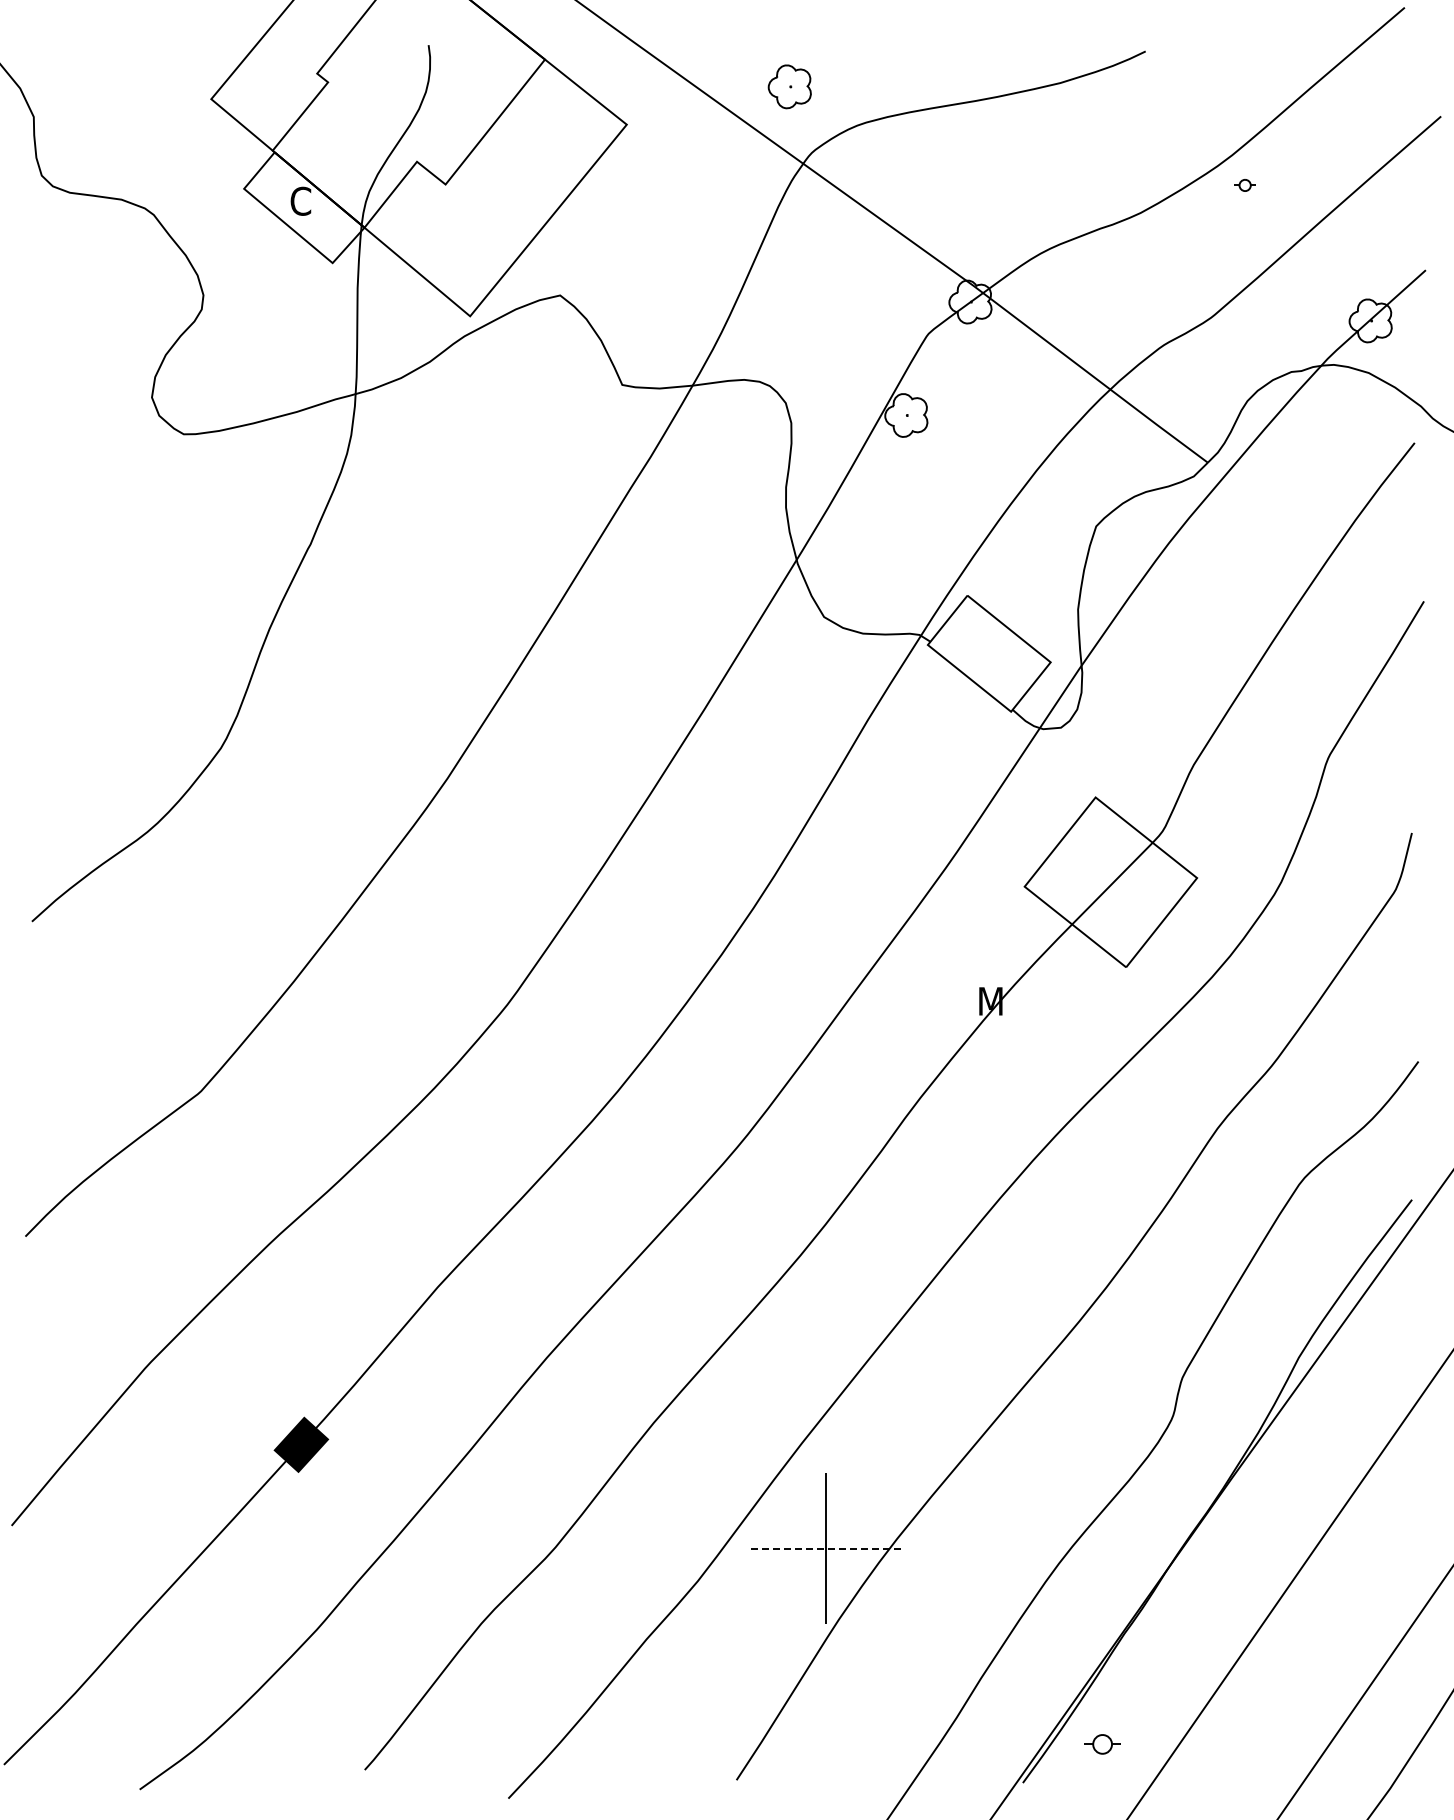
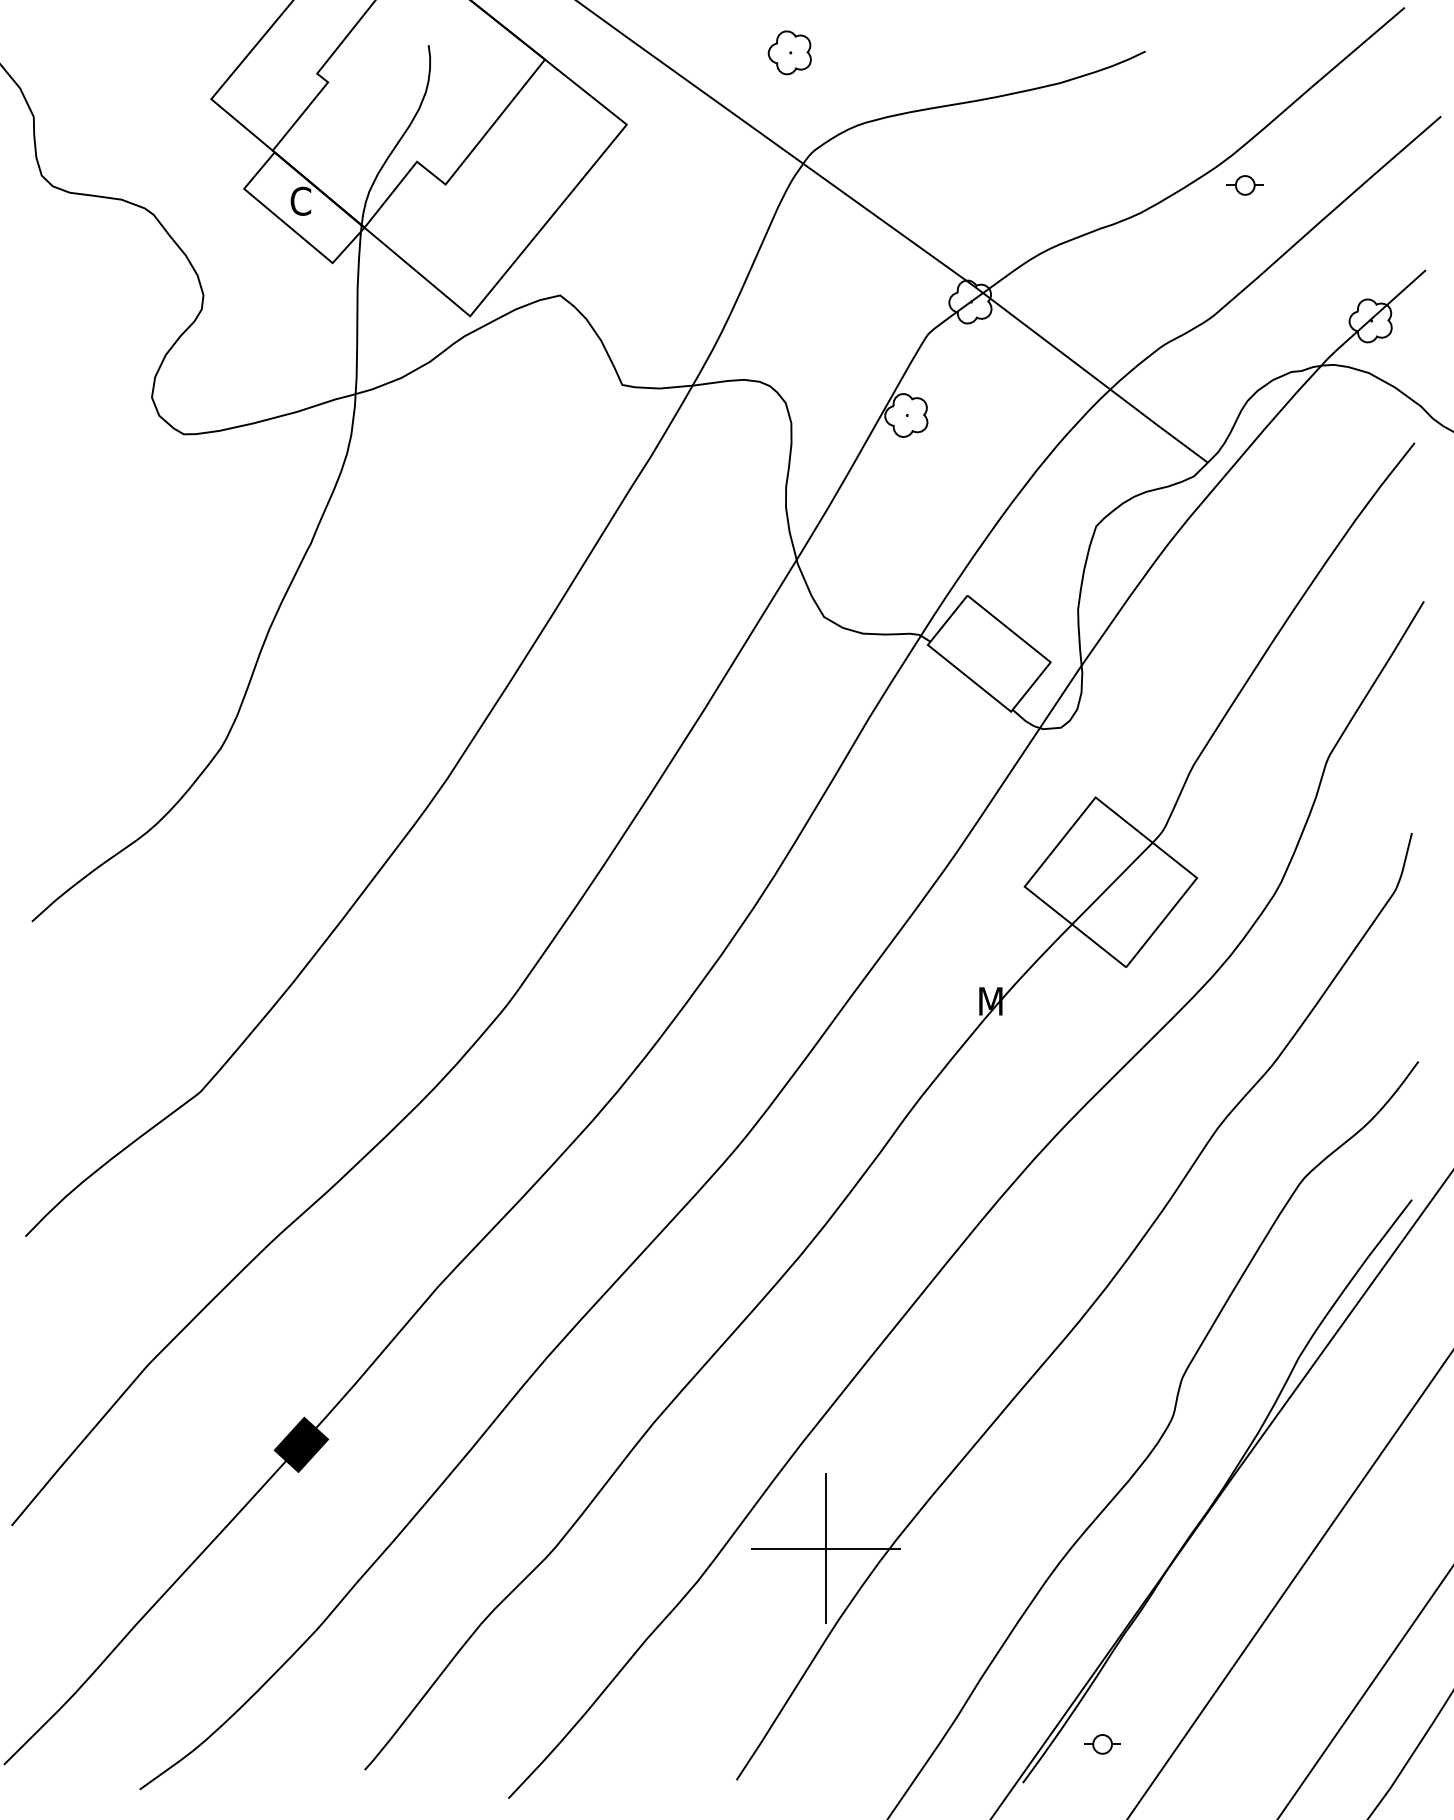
part at (789, 86) position: (789, 86) -> (789, 52)
part at (1244, 185) size: 22x13 px -> 38x21 px
line at (825, 1548): dashed -> solid
